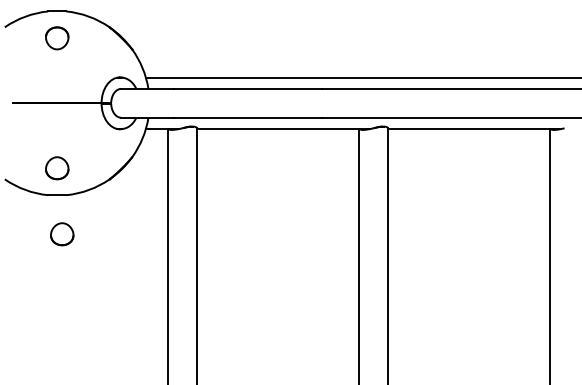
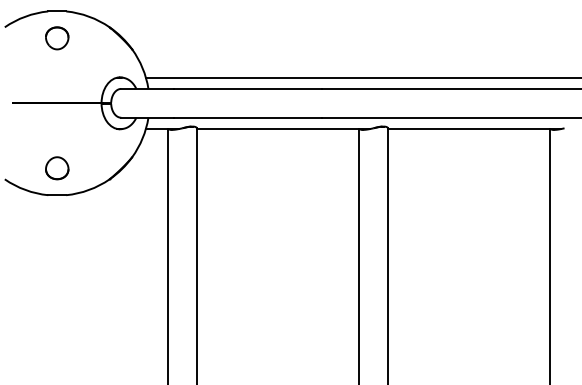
part at (62, 234): present -> none
